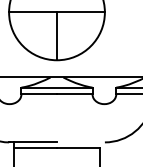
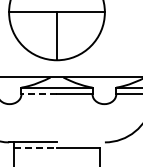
line at (39, 94): solid -> dashed
line at (35, 147): solid -> dashed
